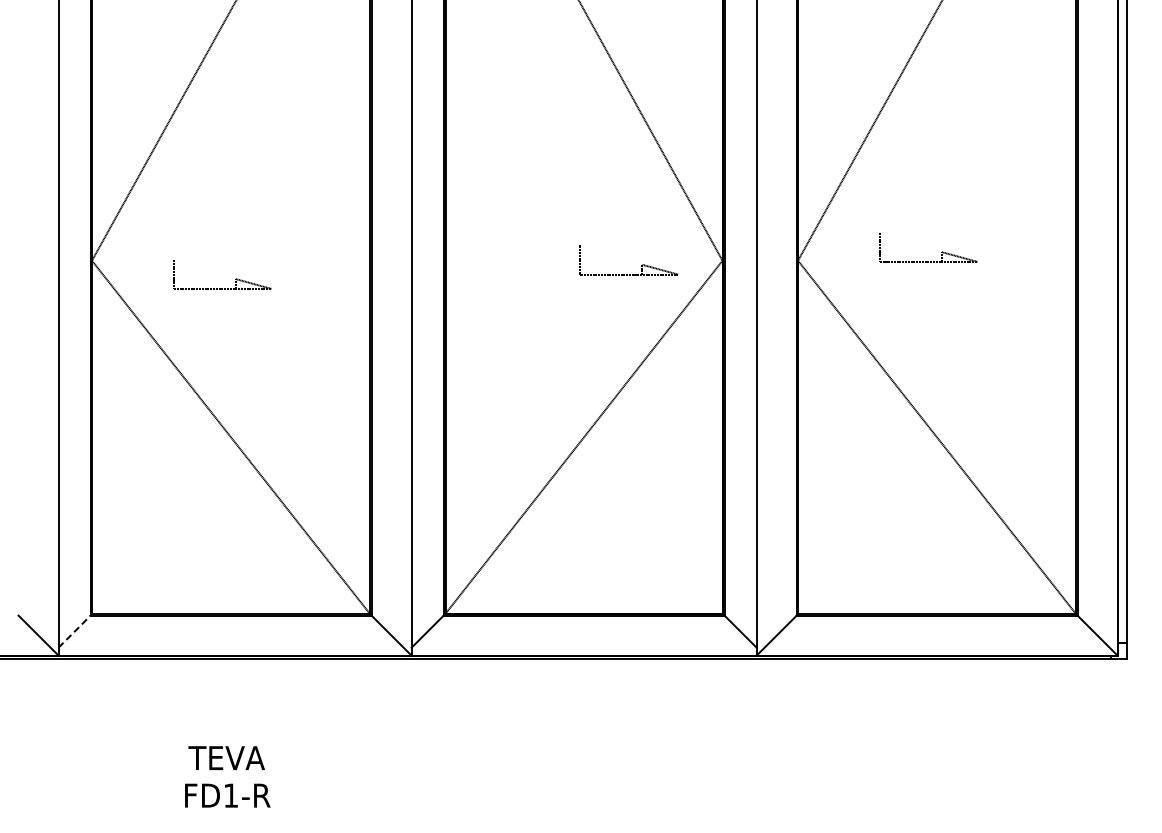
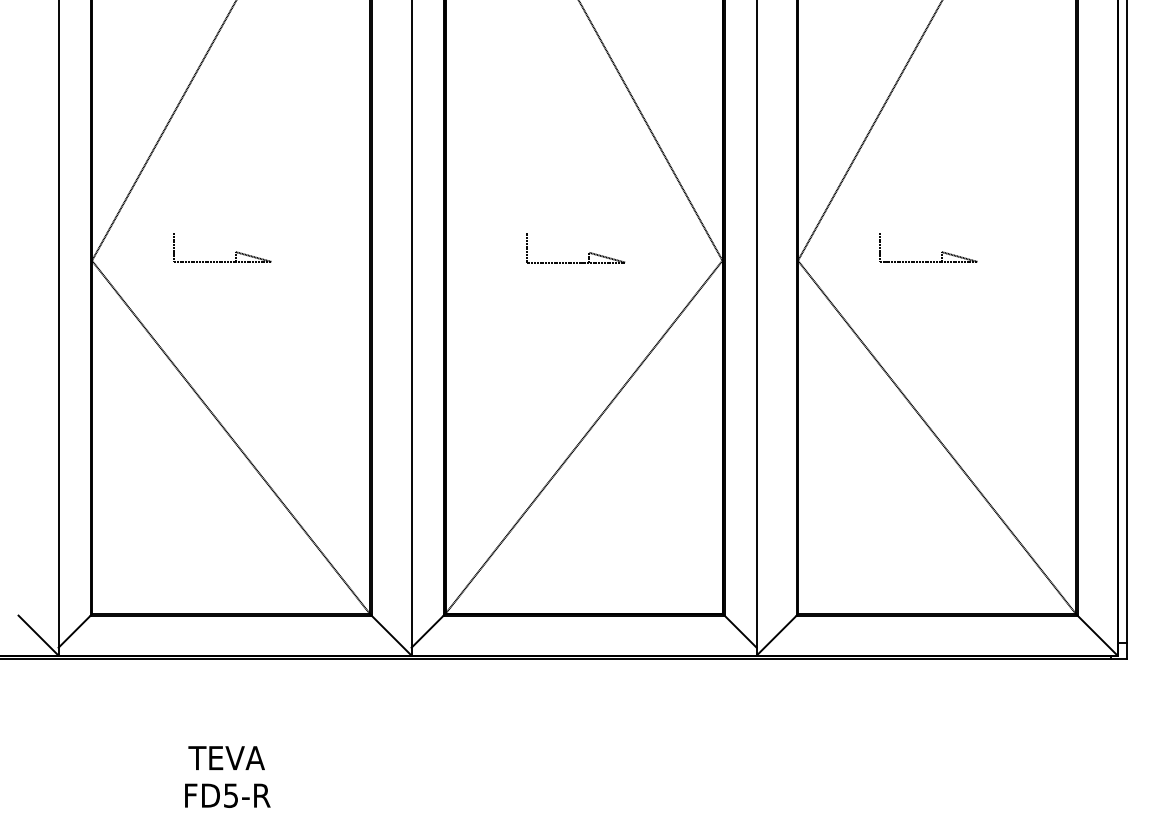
part at (641, 265) position: (641, 265) -> (588, 253)
part at (235, 279) position: (235, 279) -> (235, 252)
line at (74, 631): dashed -> solid
text at (230, 795): FD1-R -> FD5-R
